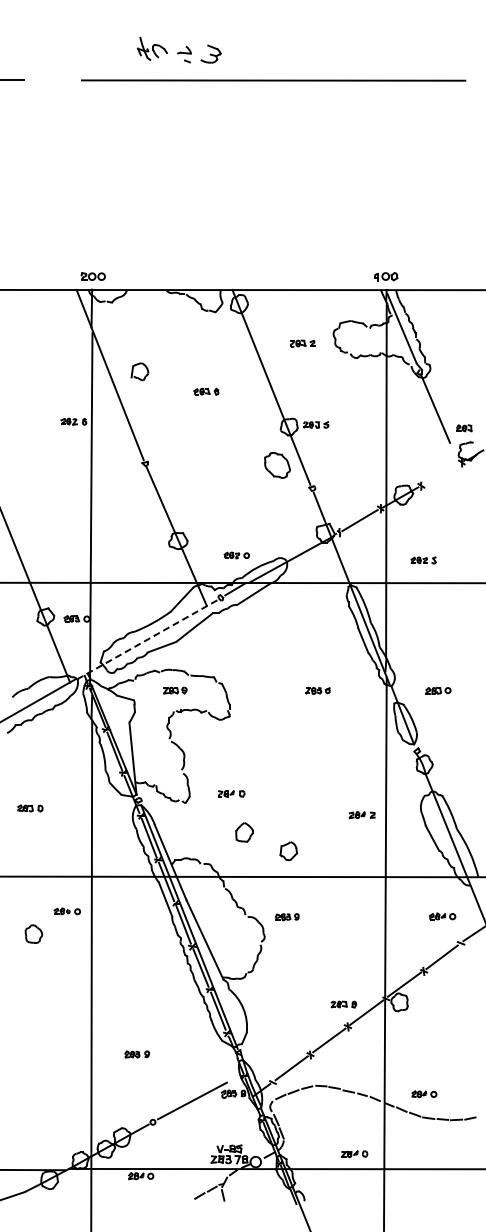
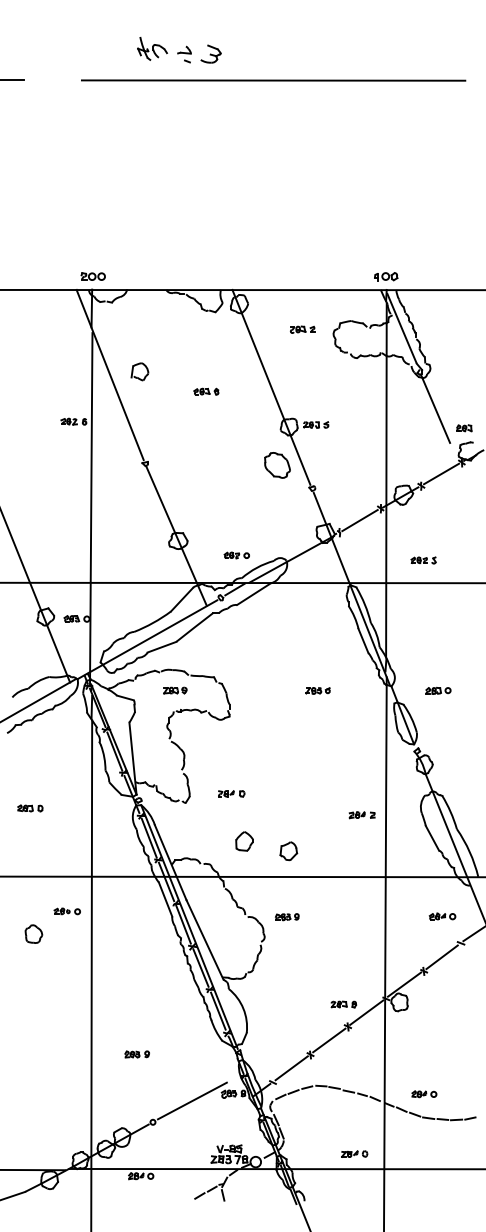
part at (302, 343) position: (302, 343) -> (302, 329)
line at (441, 473): none -> present
line at (146, 639): dashed -> solid
part at (244, 832) position: (244, 832) -> (244, 841)
